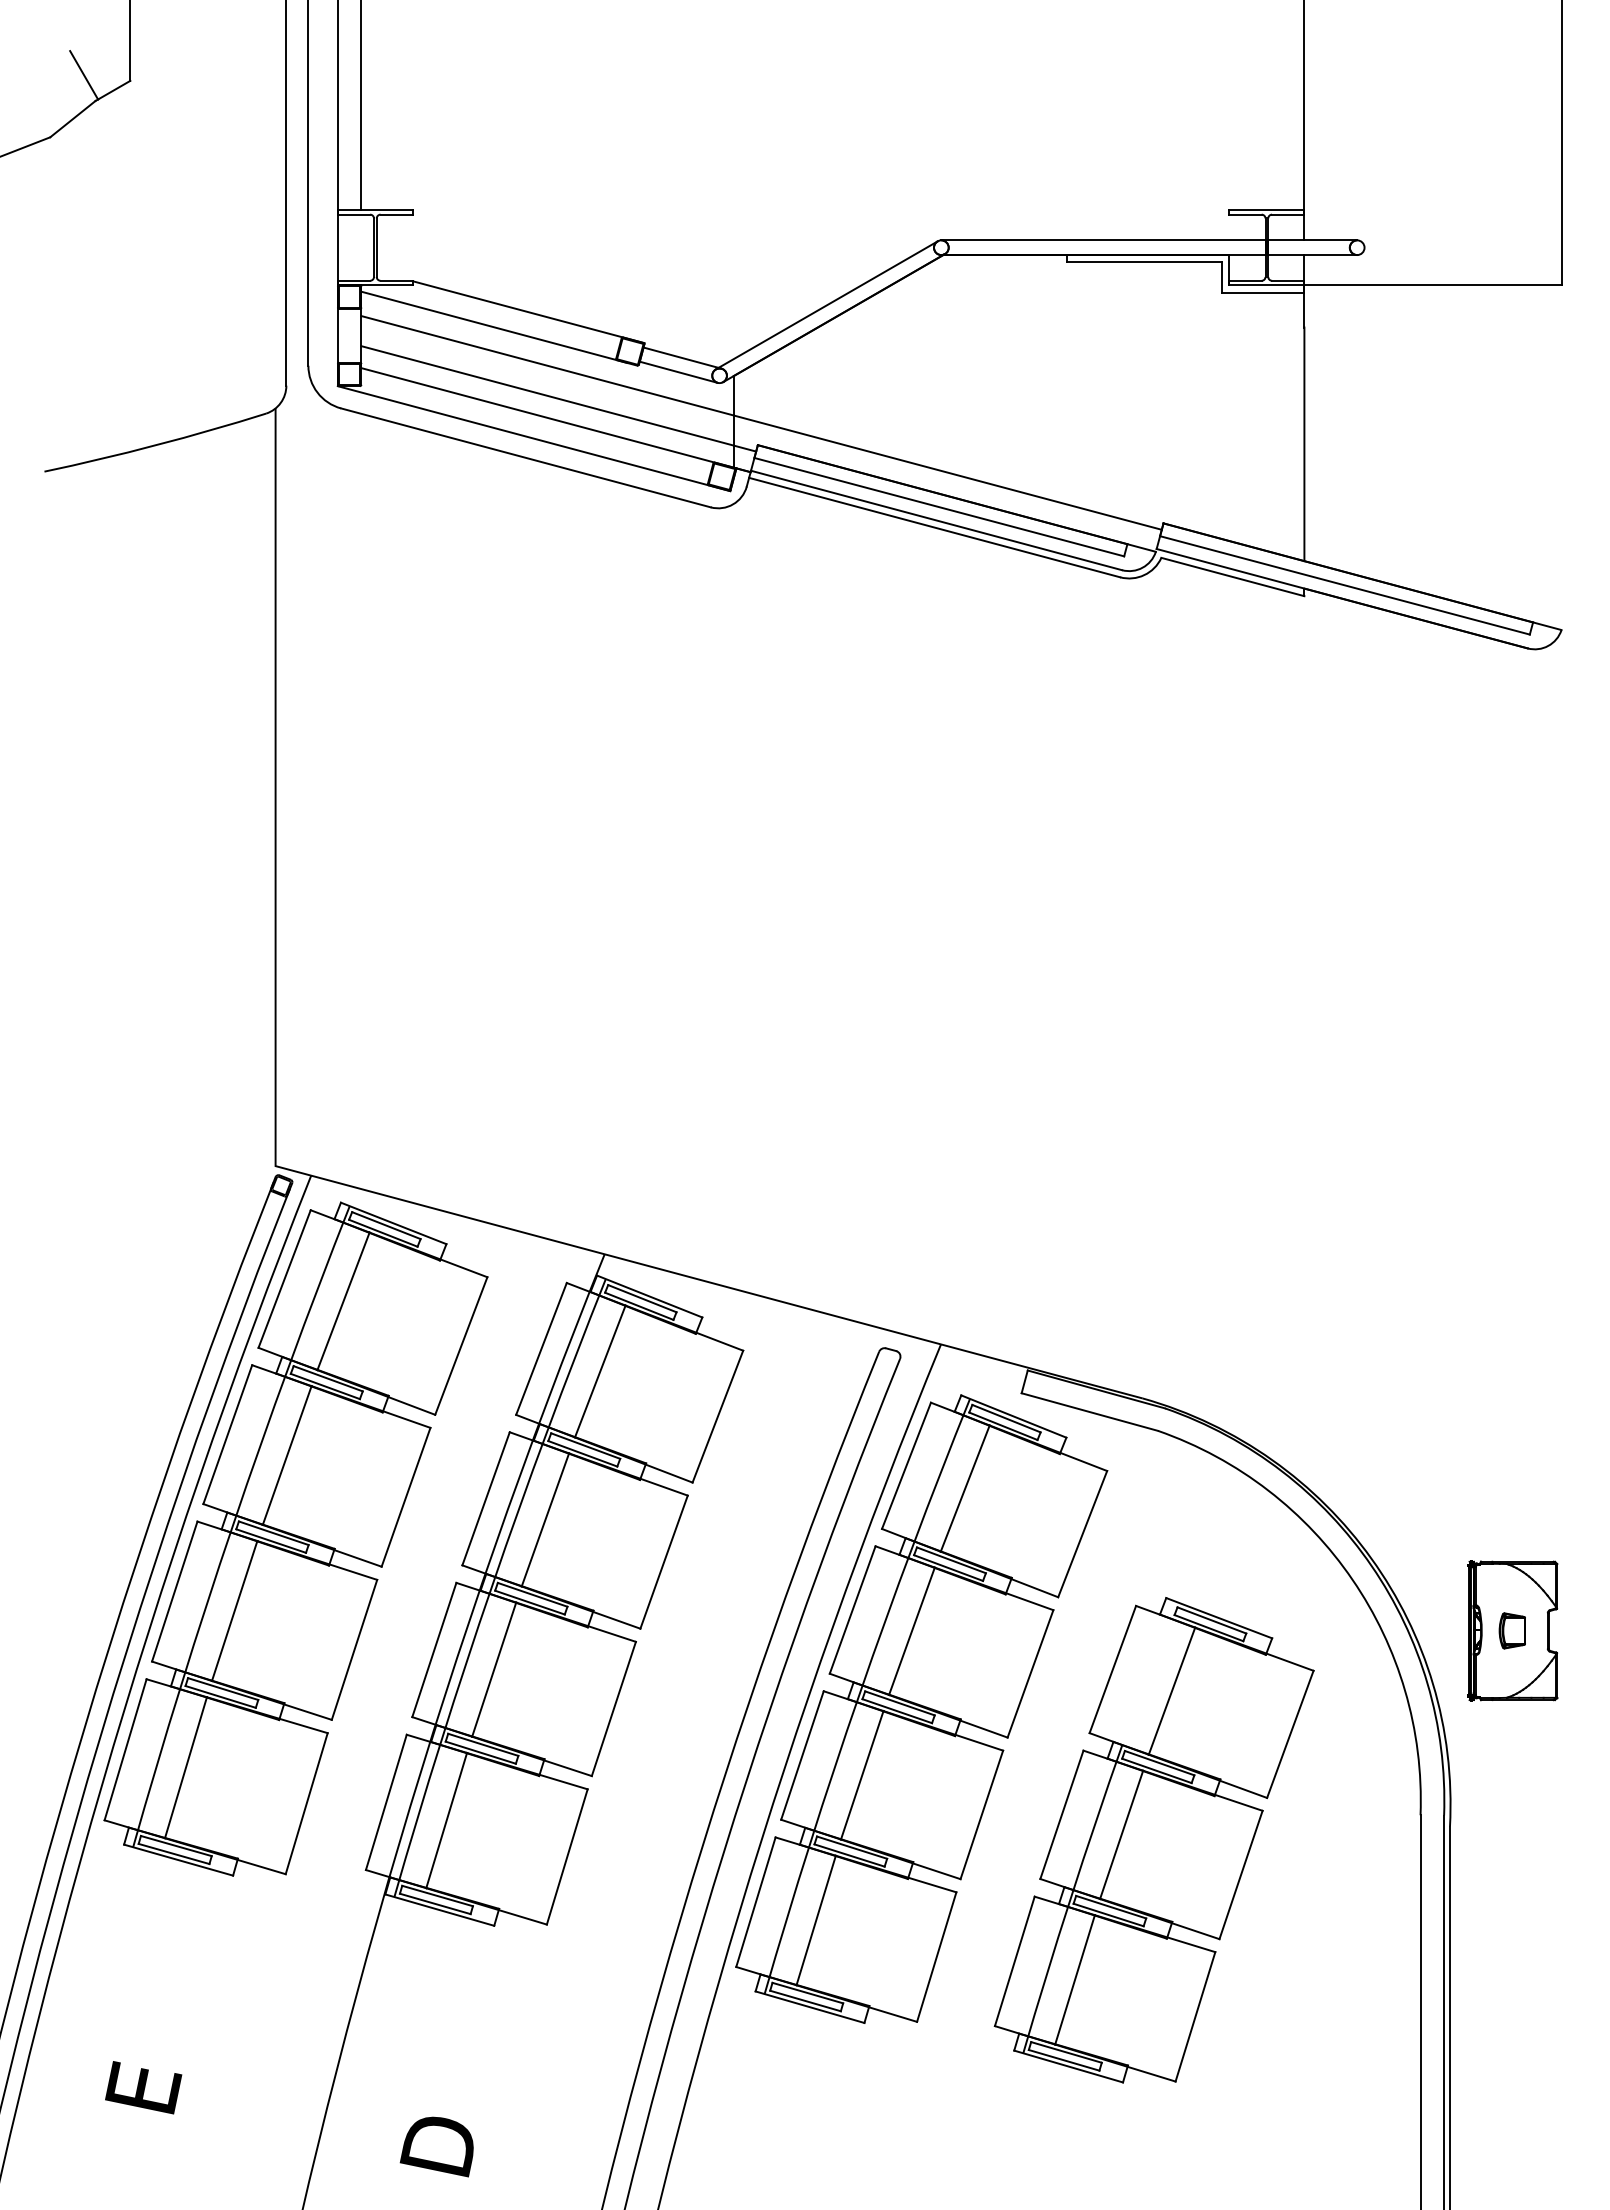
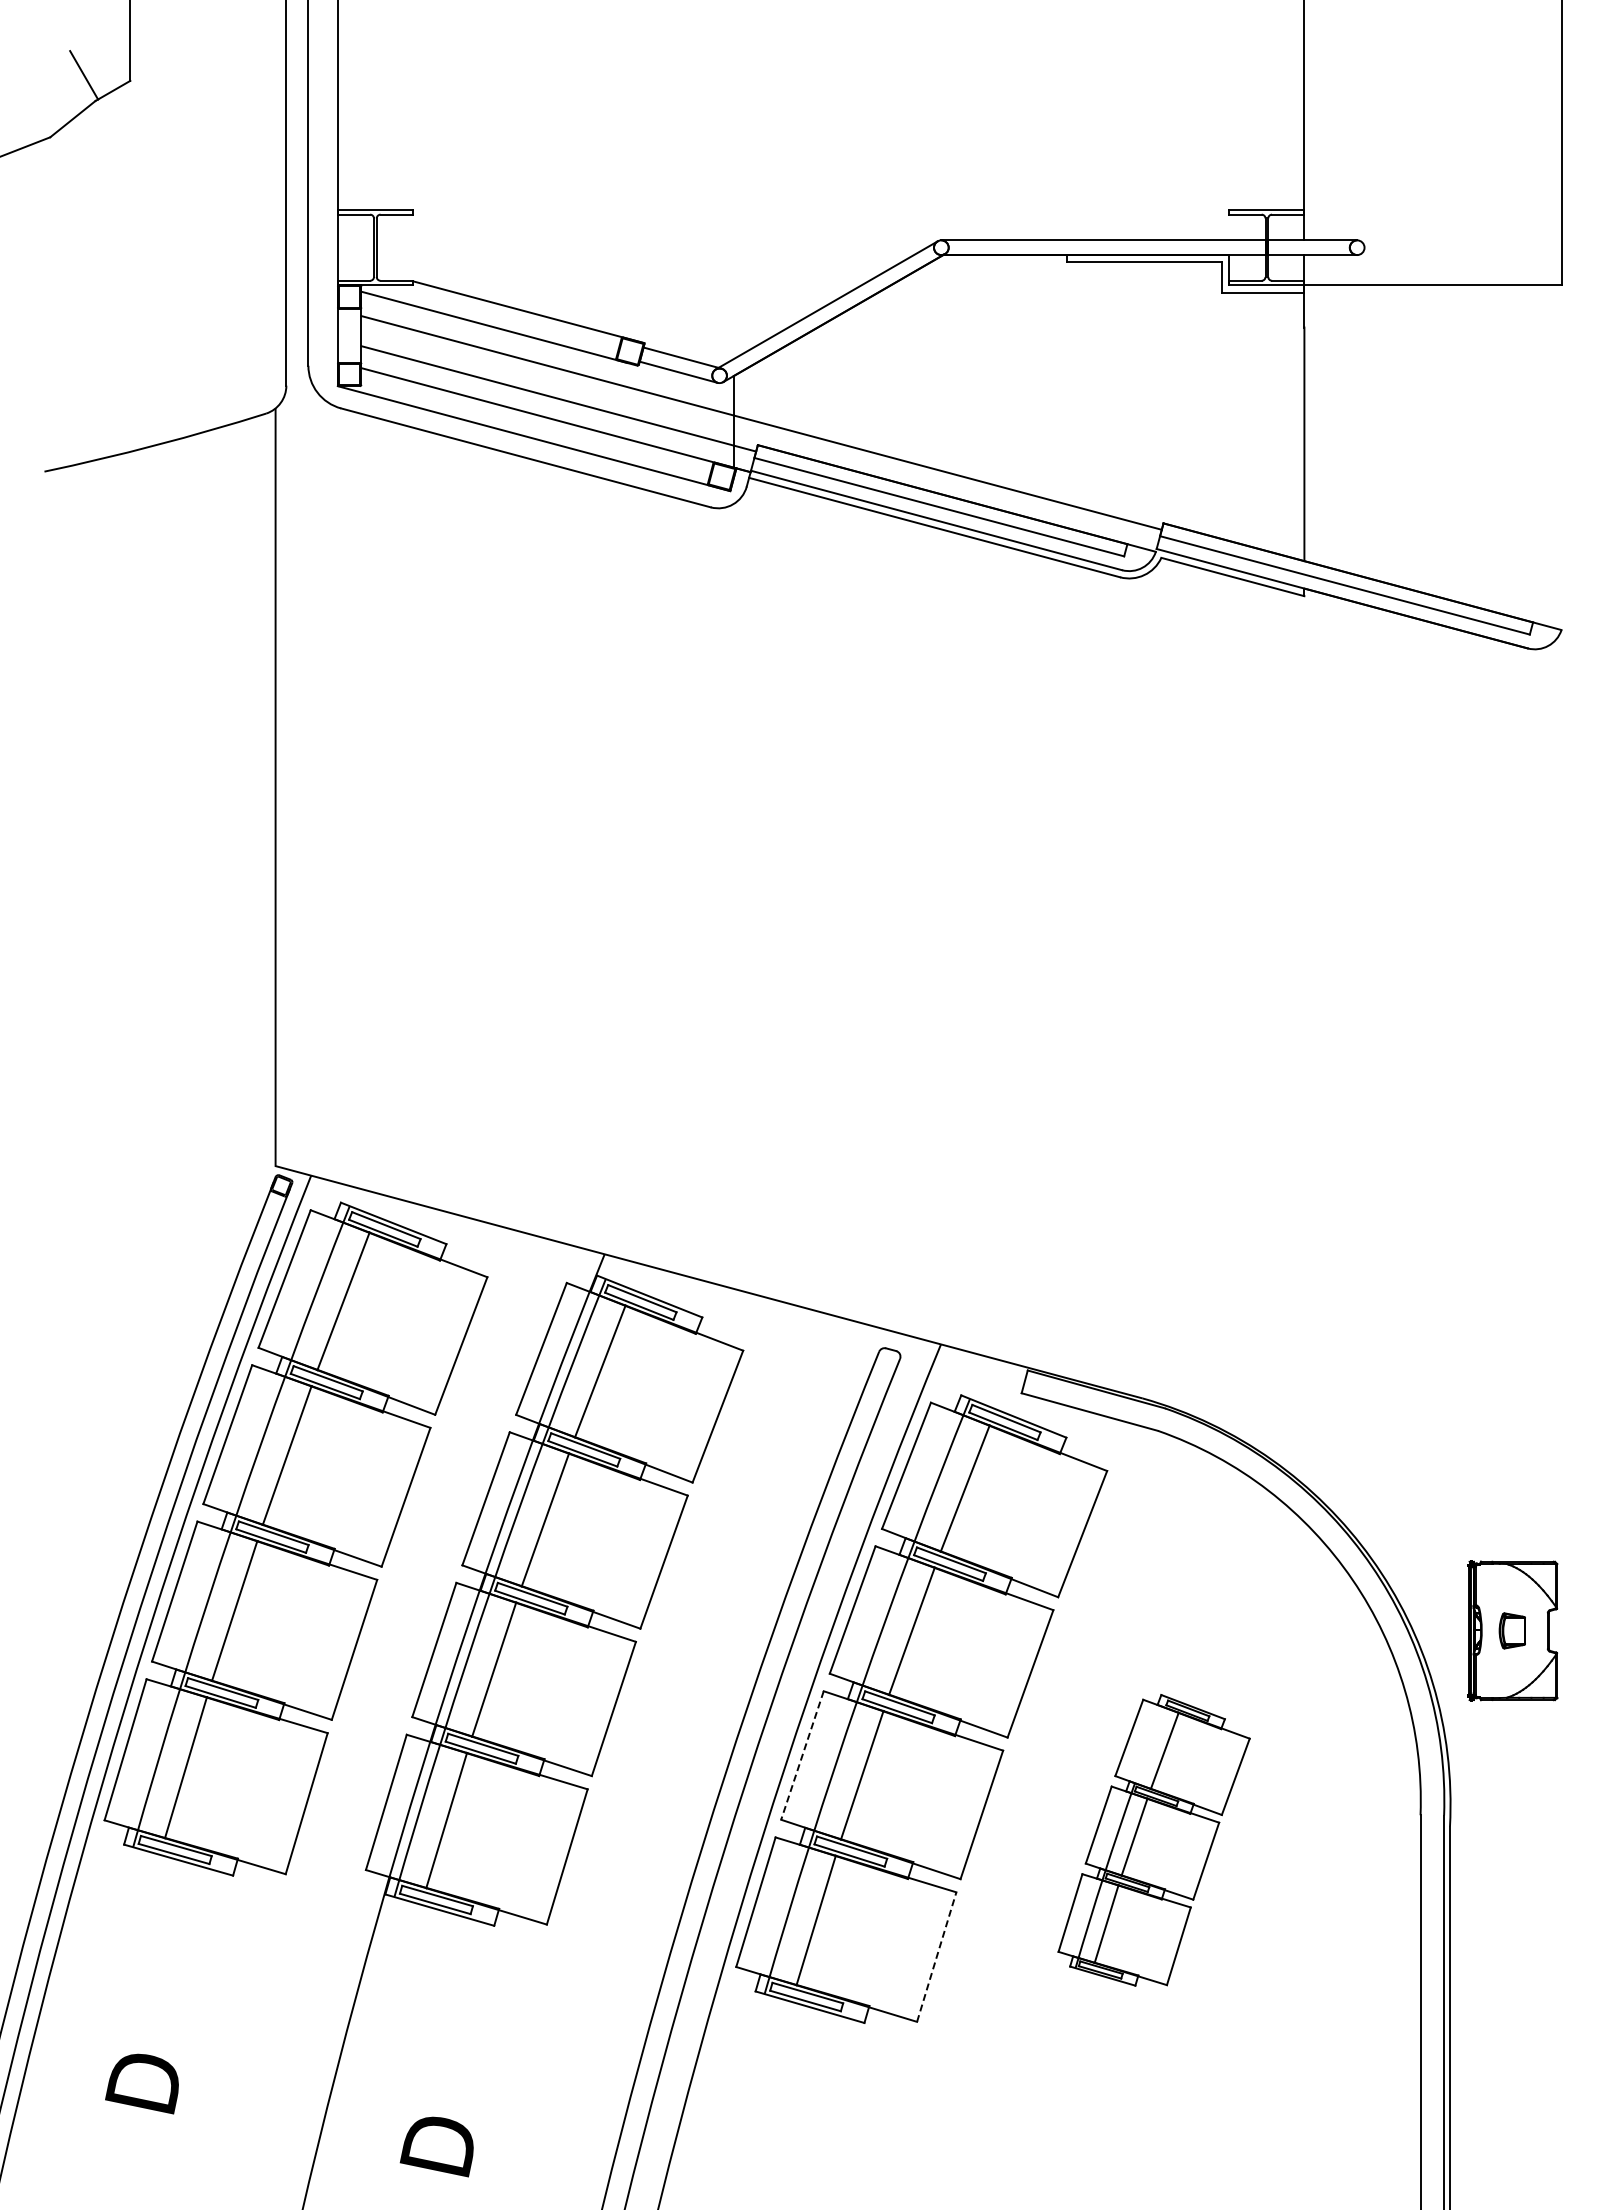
line at (361, 106): present -> none
line at (802, 1755): solid -> dashed
part at (1153, 1840) size: 322x487 px -> 194x293 px
line at (936, 1957): solid -> dashed
text at (145, 2078): E -> D
